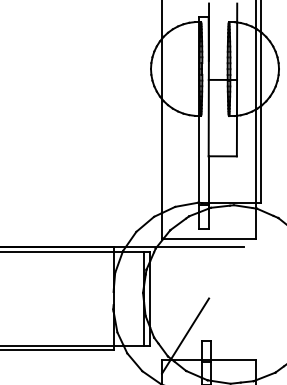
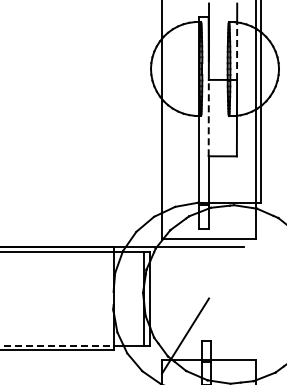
line at (237, 51): solid -> dashed
line at (208, 117): solid -> dashed
line at (57, 345): solid -> dashed
